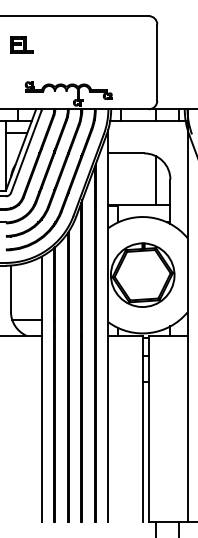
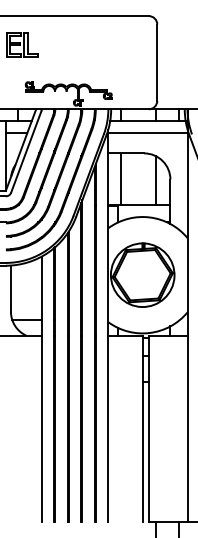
part at (21, 44) size: 24x18 px -> 33x26 px
line at (147, 133): none -> present
line at (120, 178): none -> present
